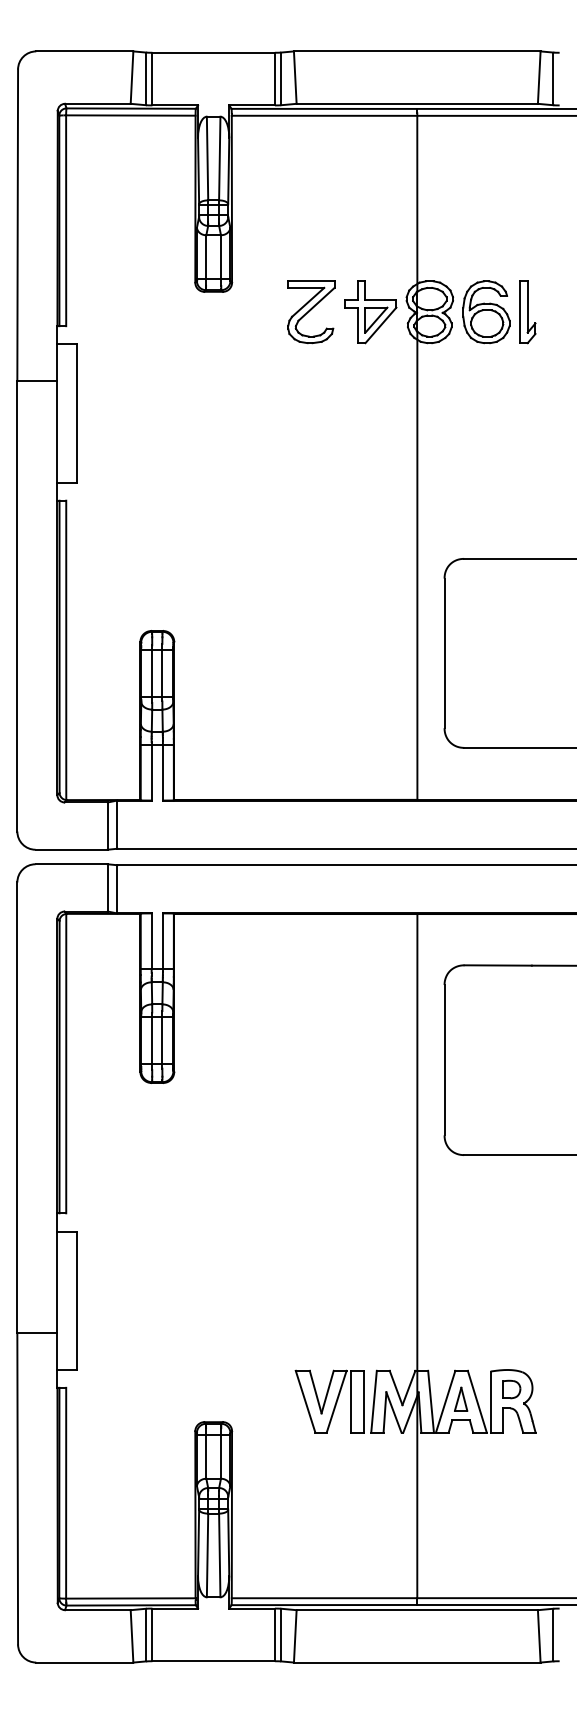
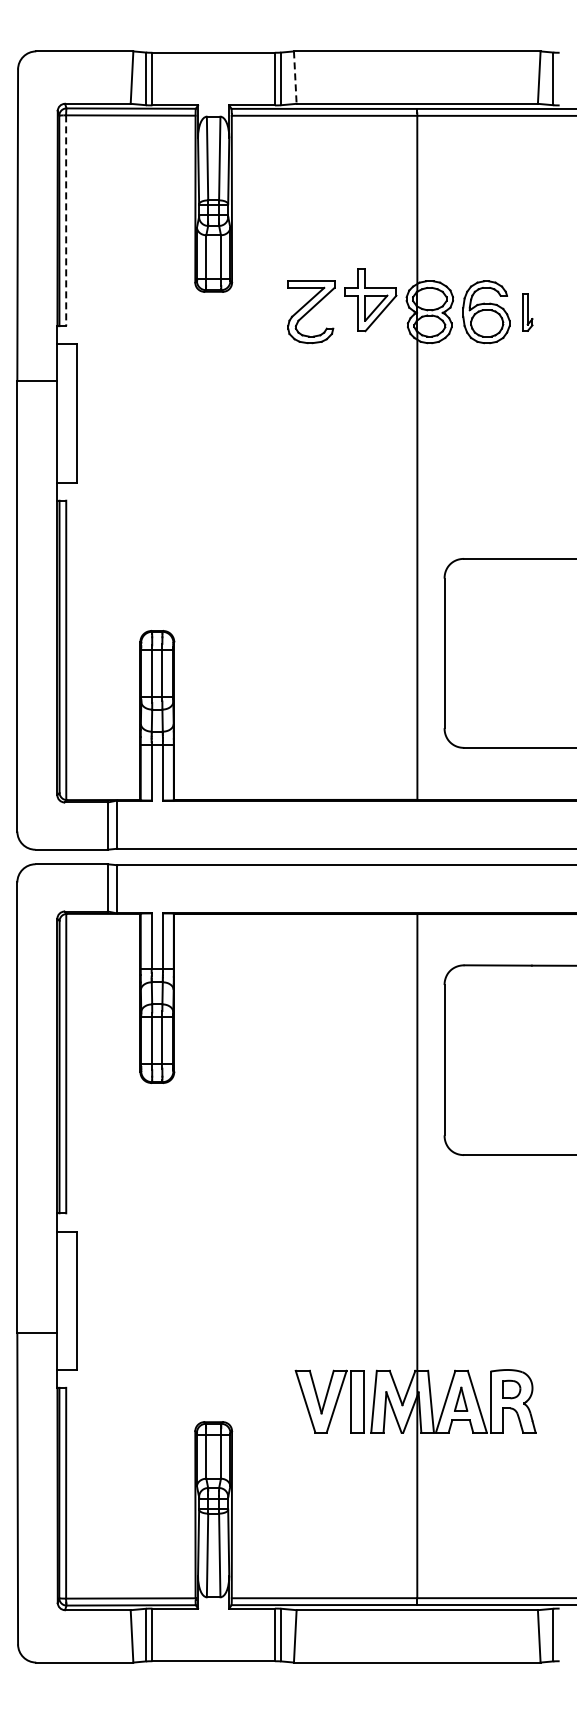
line at (295, 78): solid -> dashed
line at (66, 221): solid -> dashed
part at (370, 312) position: (370, 312) -> (370, 300)
part at (527, 312) size: 18x65 px -> 12x39 px
